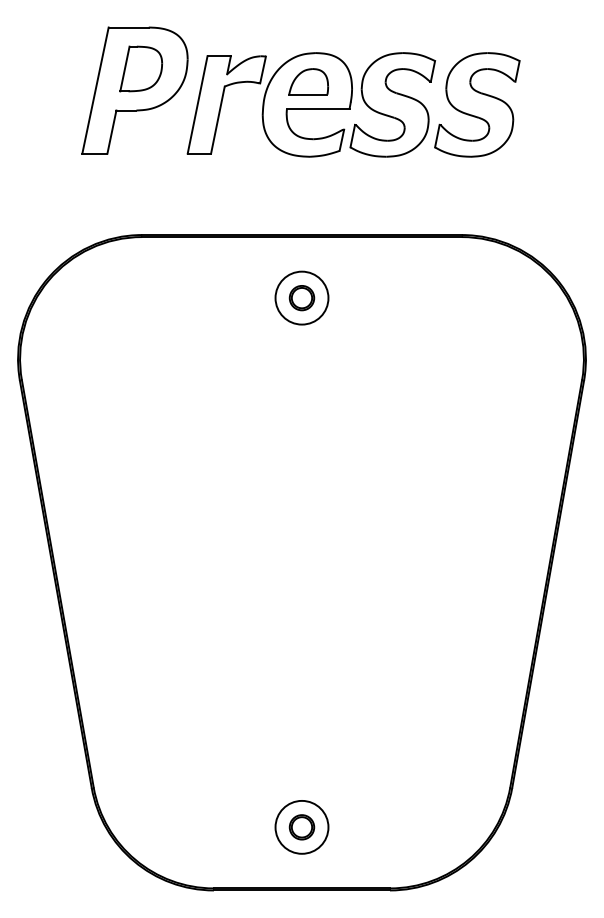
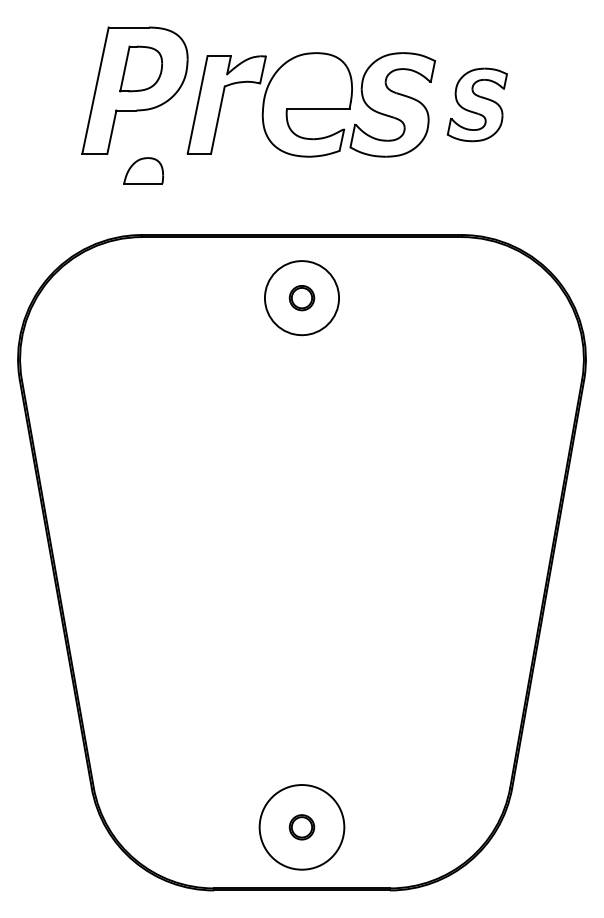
part at (308, 81) position: (308, 81) -> (143, 170)
part at (477, 104) size: 87x106 px -> 62x76 px
circle at (301, 297) diameter: 53 px -> 74 px
circle at (301, 826) diameter: 53 px -> 85 px
